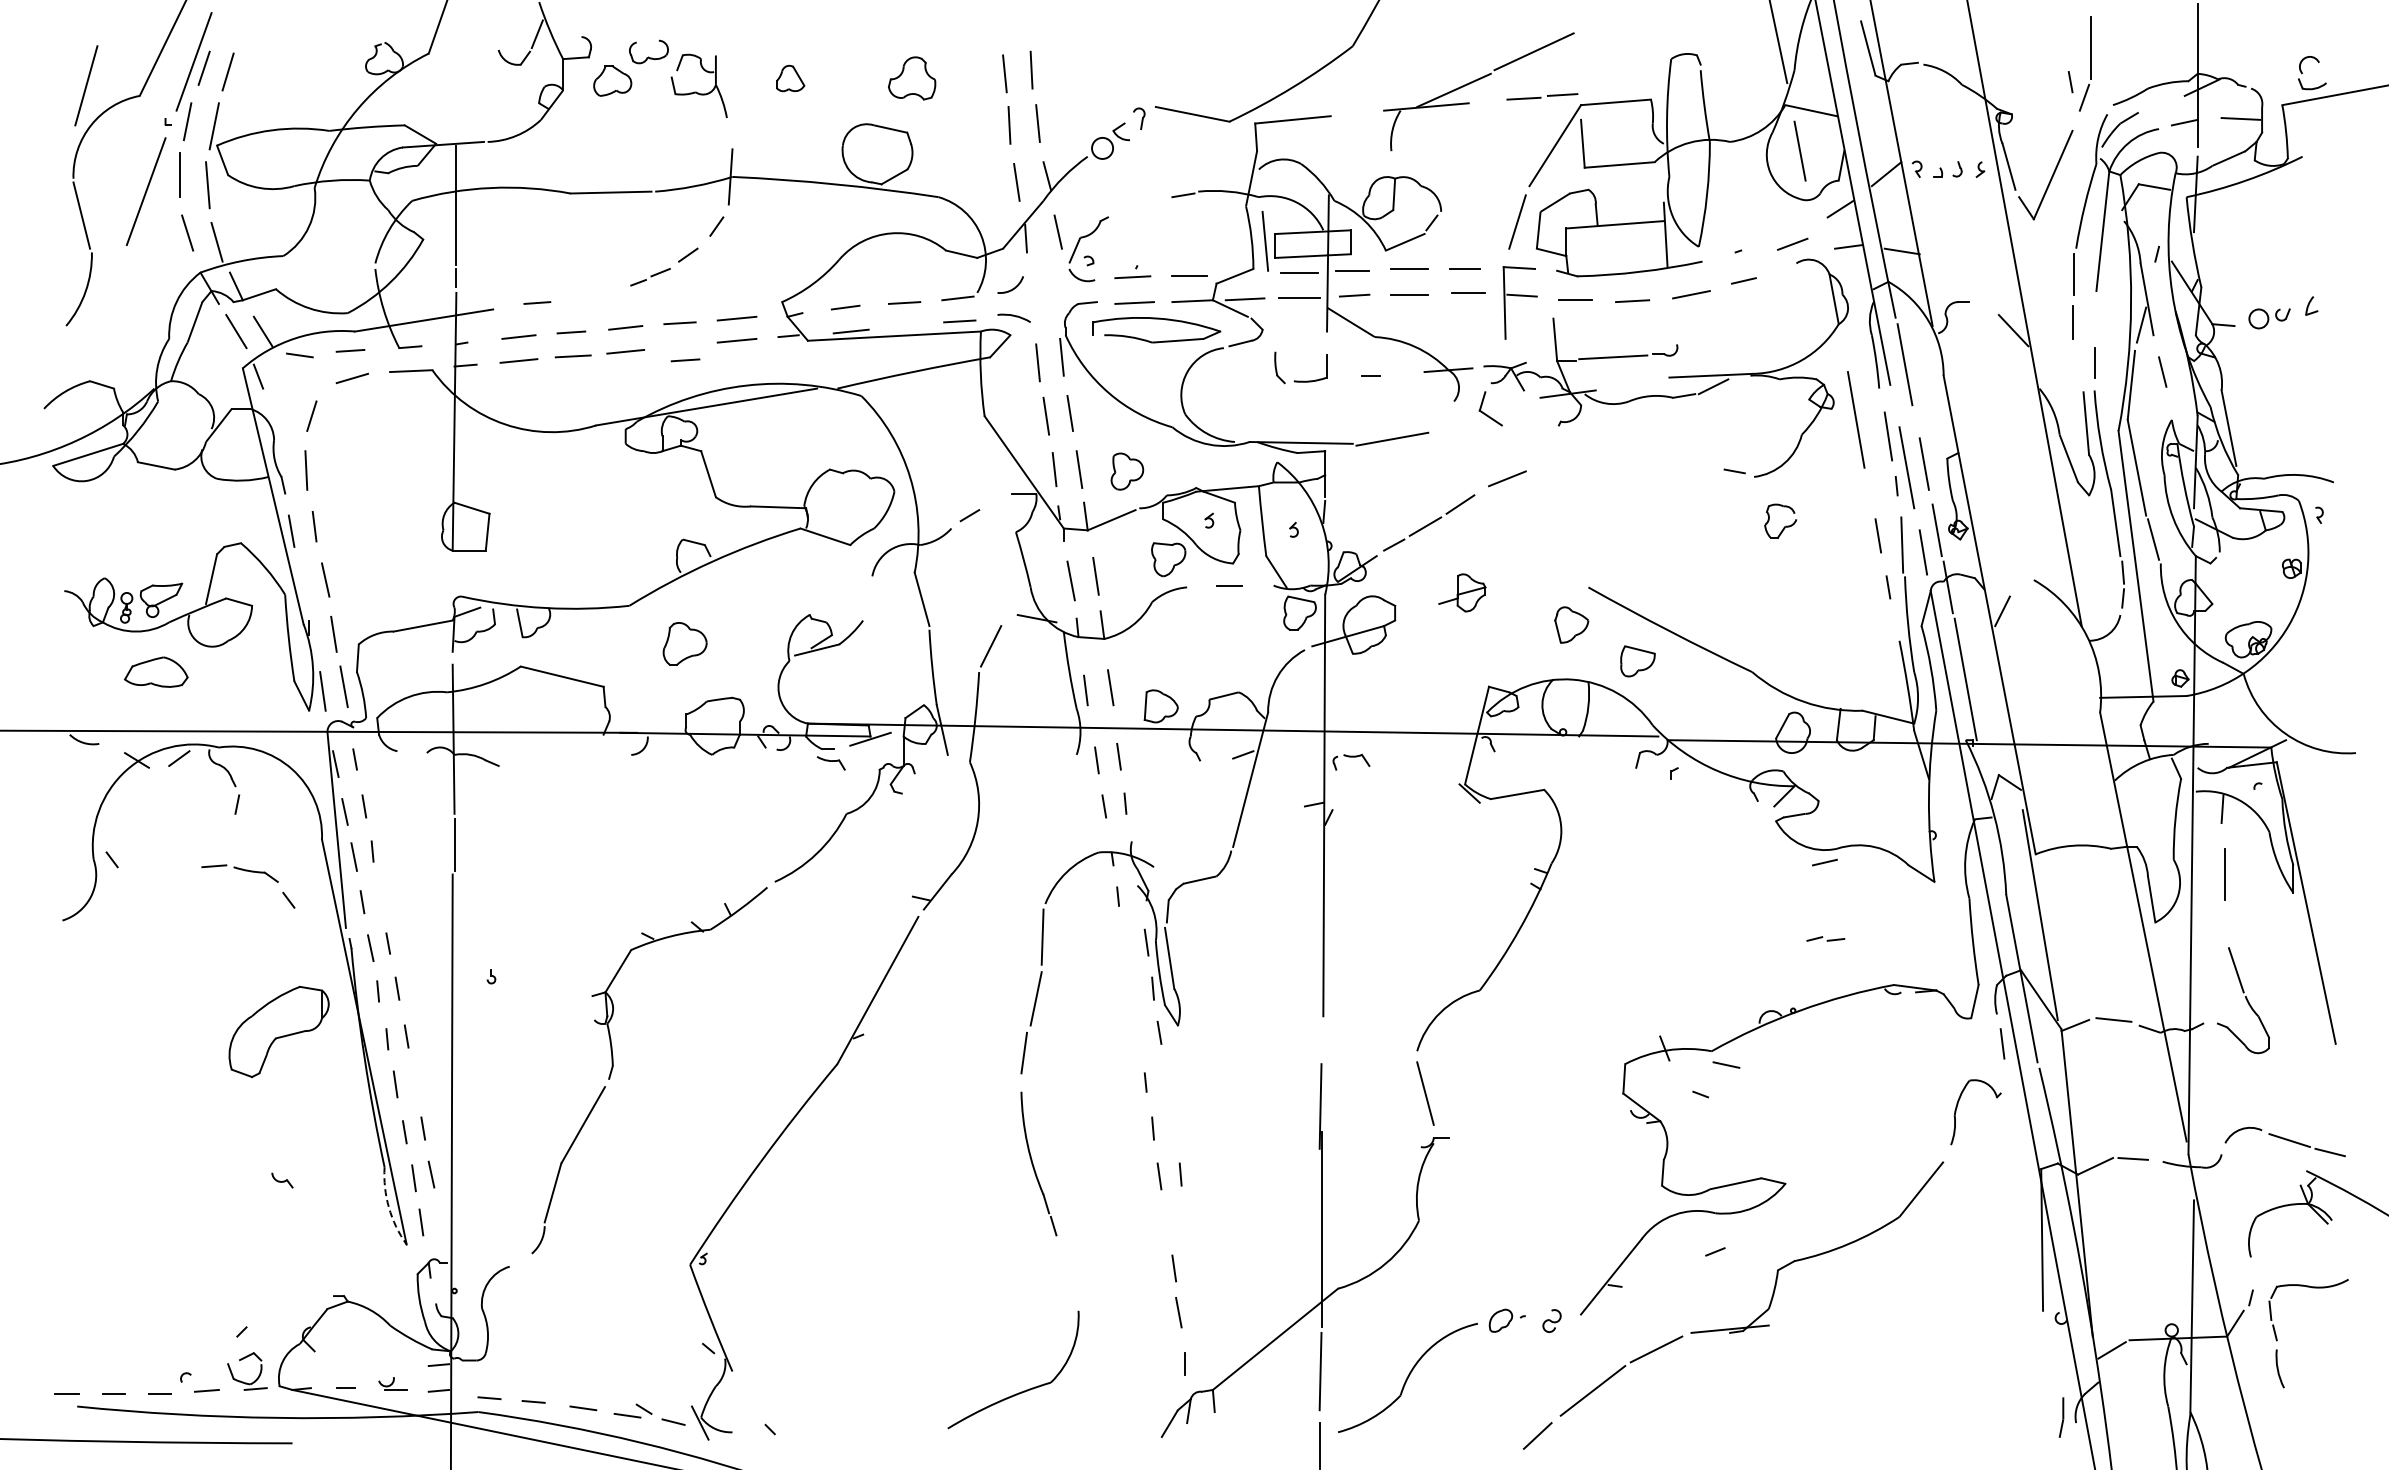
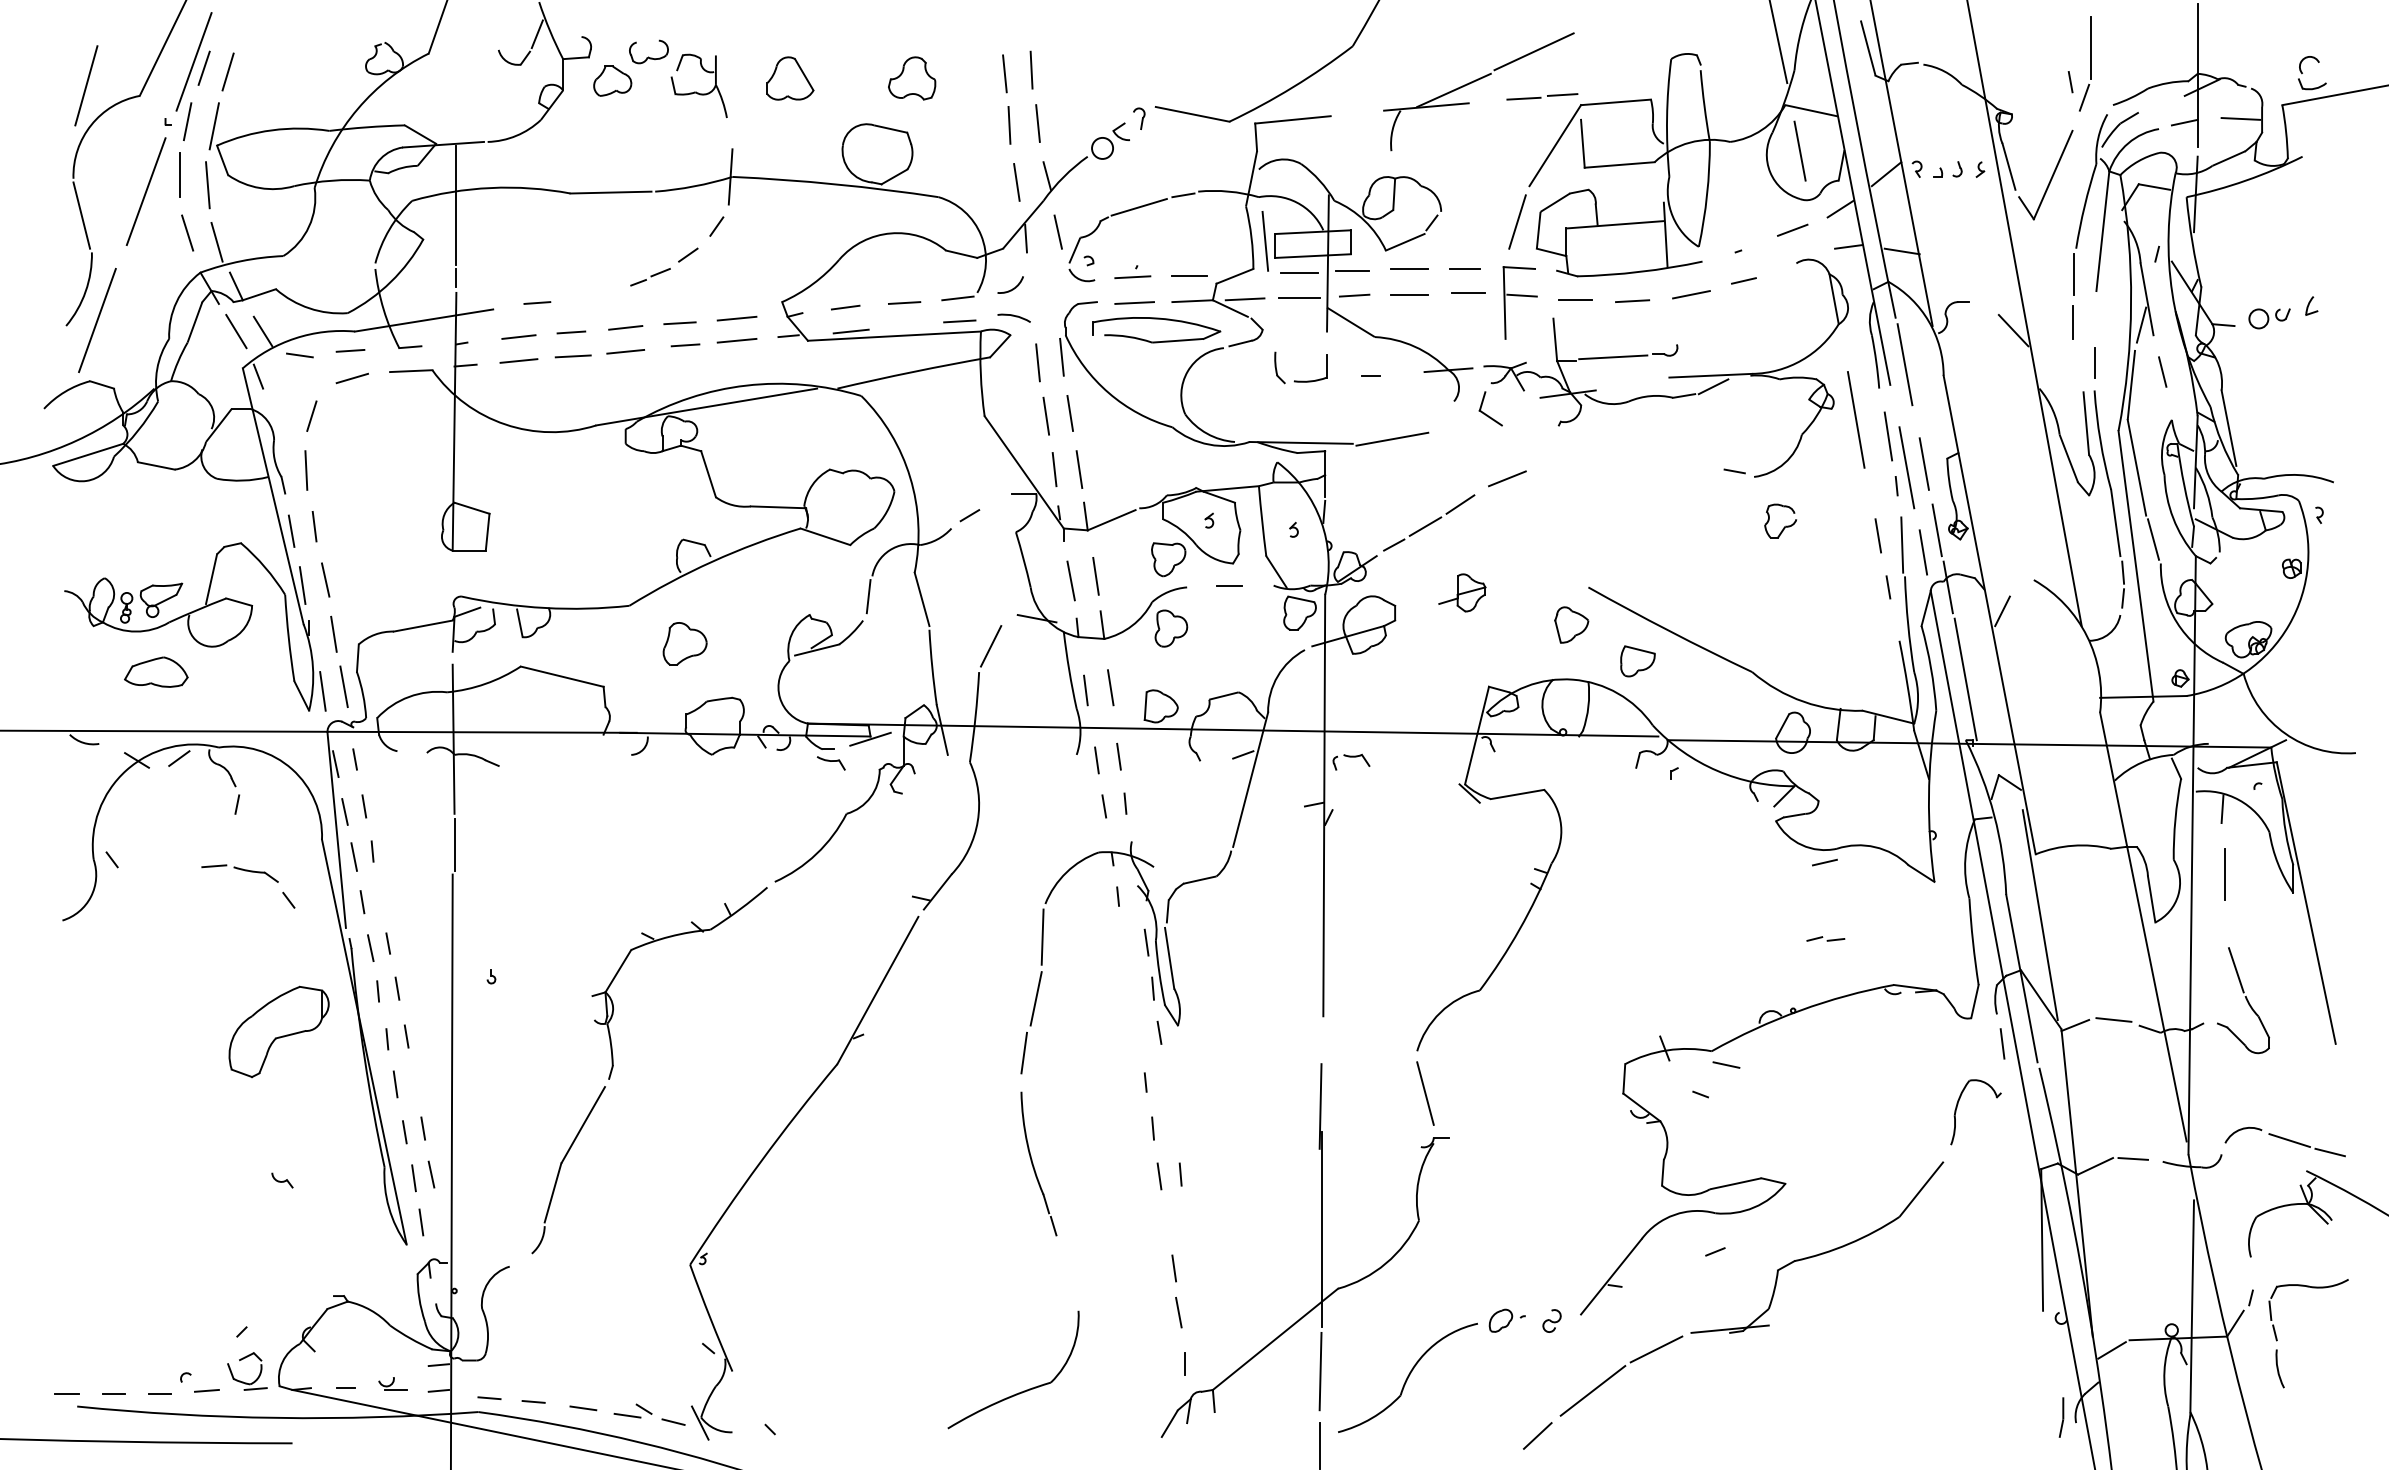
part at (790, 78) size: 30x29 px -> 49x45 px
line at (1138, 207): none -> present
line at (1792, 243) position: (1792, 243) -> (1792, 229)
line at (97, 320): none -> present
line at (685, 360) position: (685, 360) -> (685, 345)
part at (1127, 471) position: (1127, 471) -> (1171, 628)
line at (302, 585): none -> present
line at (868, 596): none -> present
arc at (389, 1207): dashed -> solid
